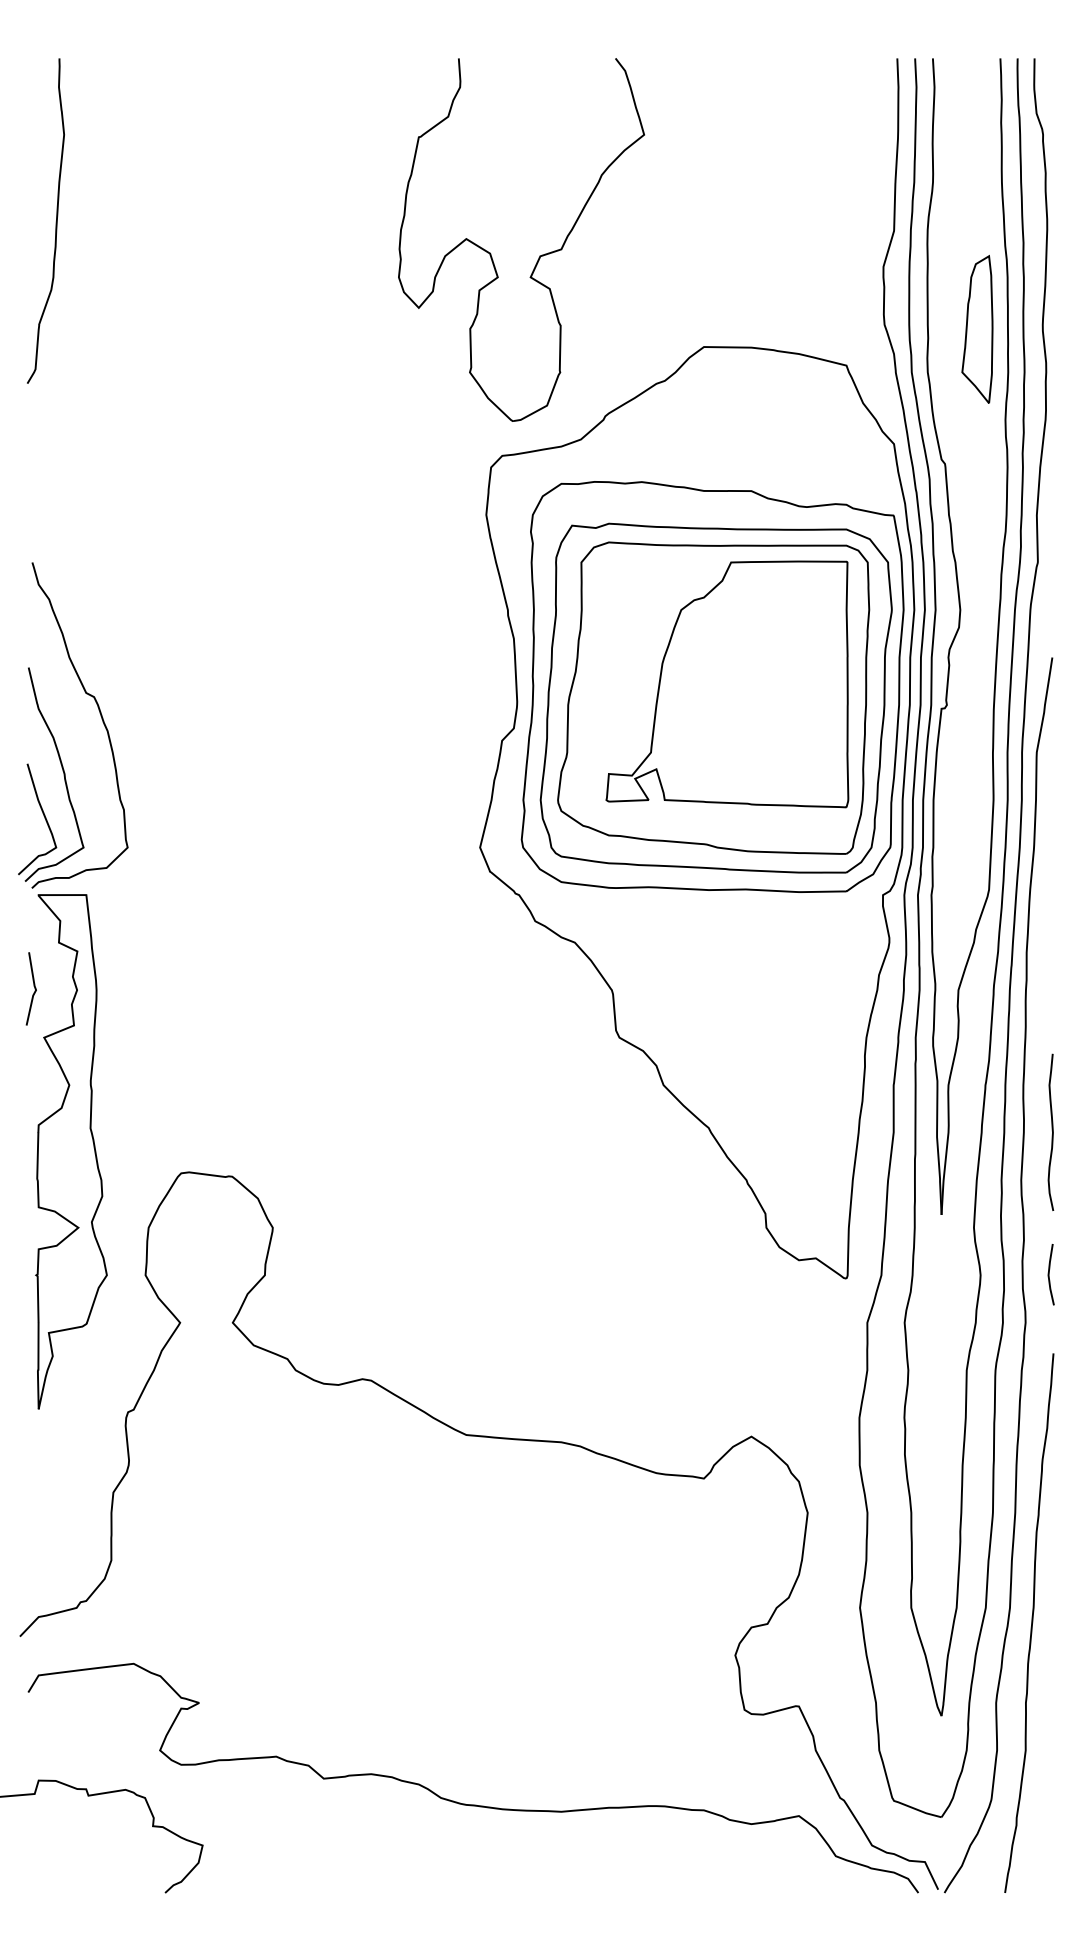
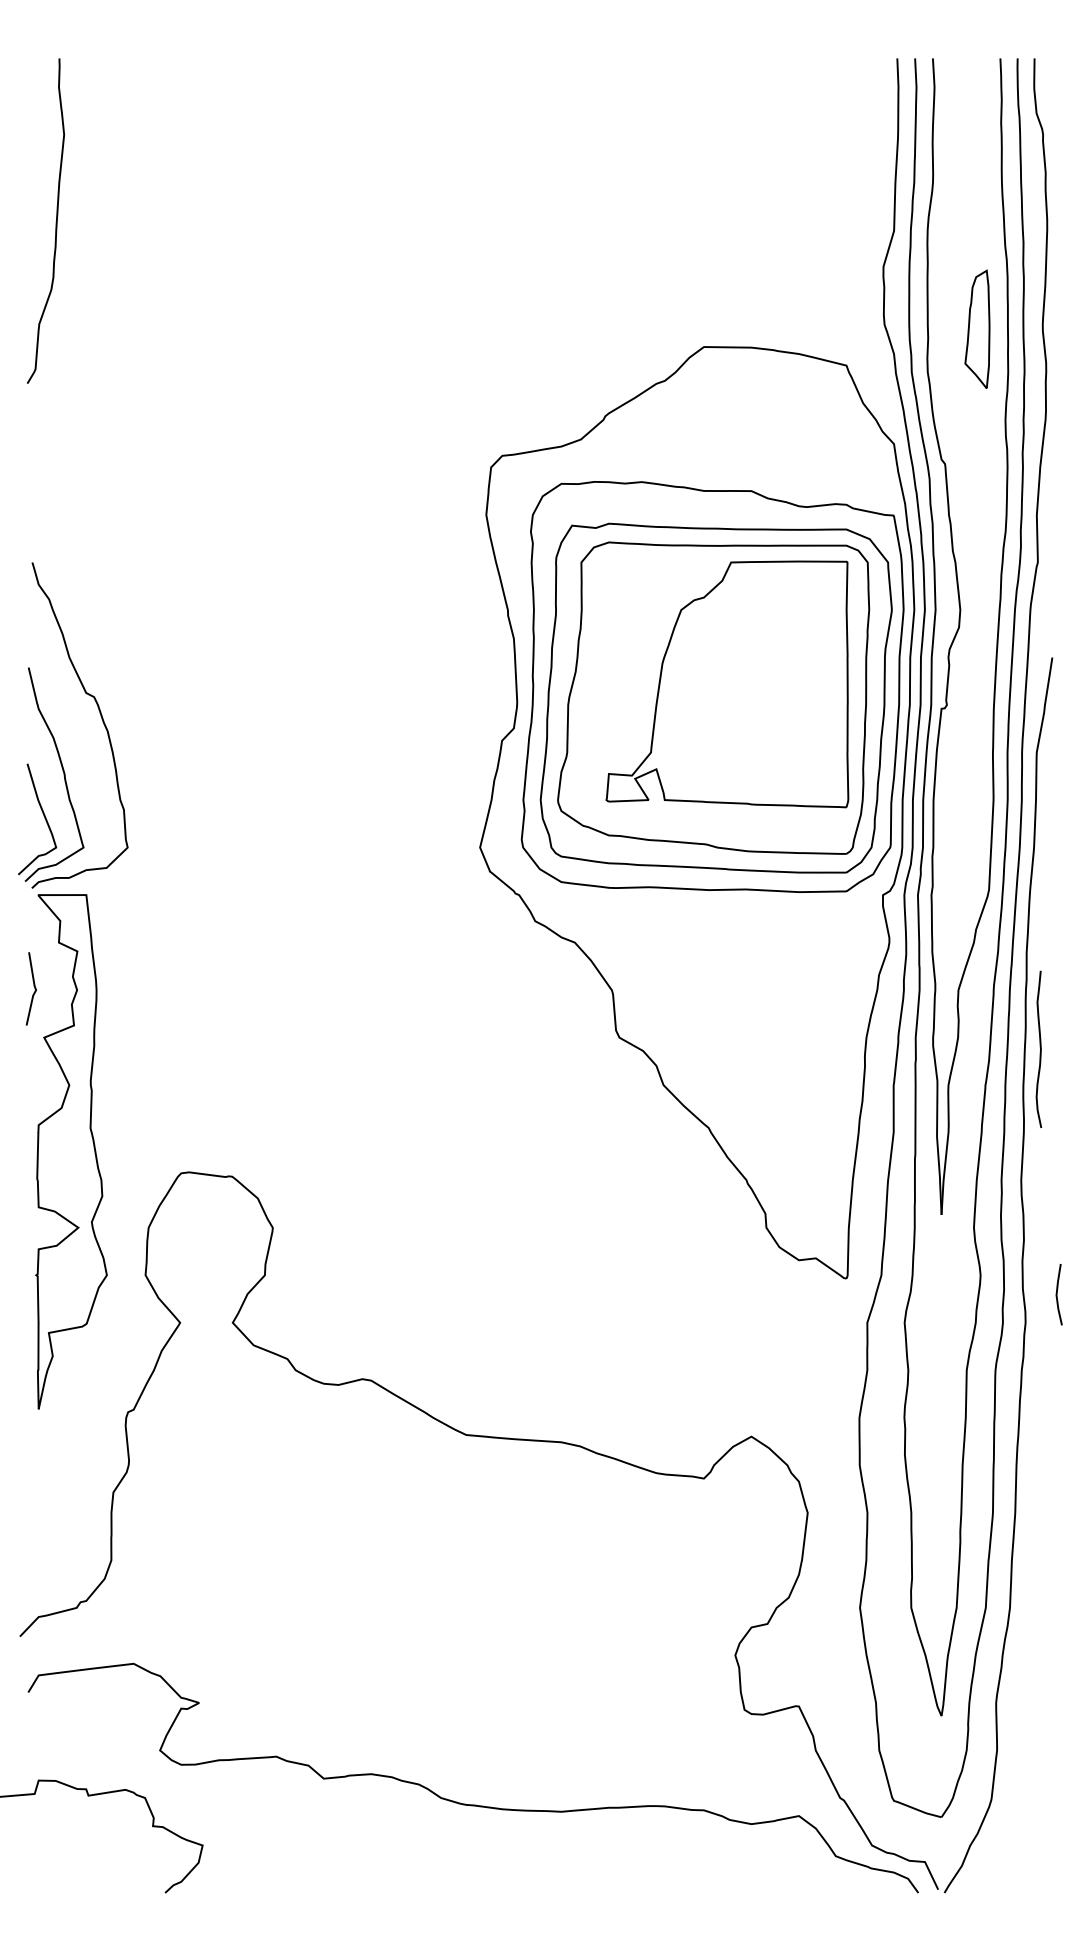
part at (539, 255): present -> none
part at (977, 328) size: 33x150 px -> 27x120 px
curve at (1051, 1130) position: (1051, 1130) -> (1039, 1047)
line at (1049, 1274) position: (1049, 1274) -> (1057, 1294)
curve at (1031, 1622): present -> none
